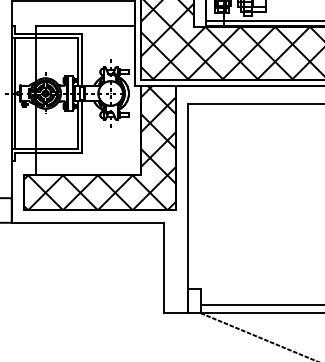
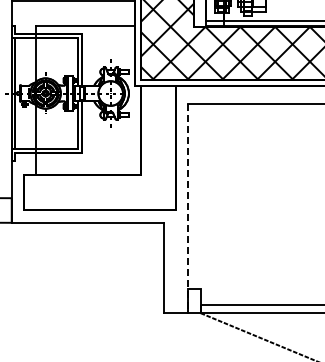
hatch at (99, 147): present -> none
line at (188, 208): solid -> dashed
